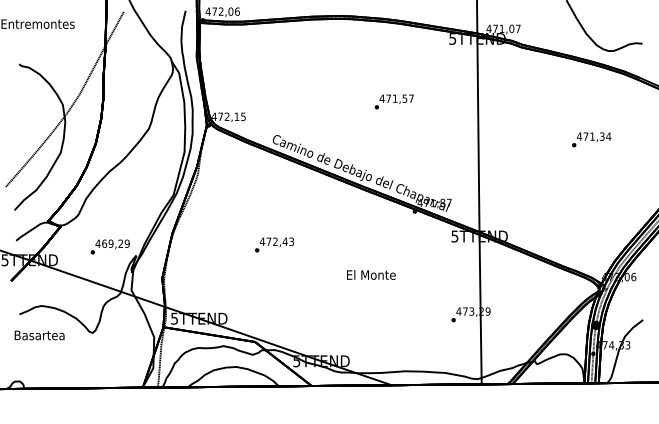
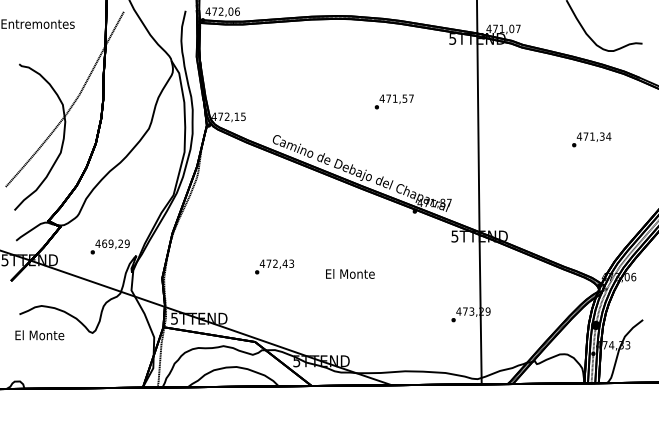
text at (274, 244) position: (274, 244) -> (274, 266)
text at (371, 274) position: (371, 274) -> (350, 273)
text at (39, 335): Basartea -> El Monte
